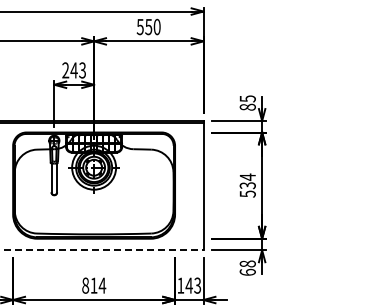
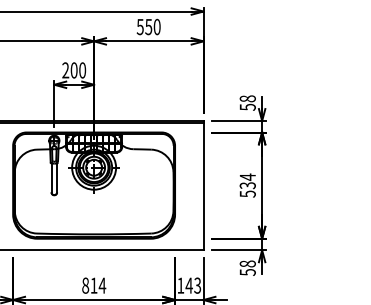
text at (78, 70): 243 -> 200
text at (247, 102): 85 -> 58
line at (102, 250): dashed -> solid
text at (247, 271): 68 -> 58
